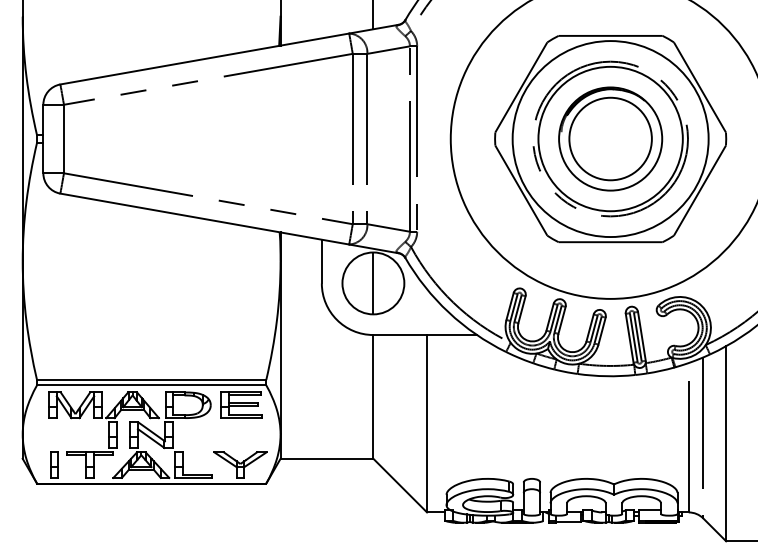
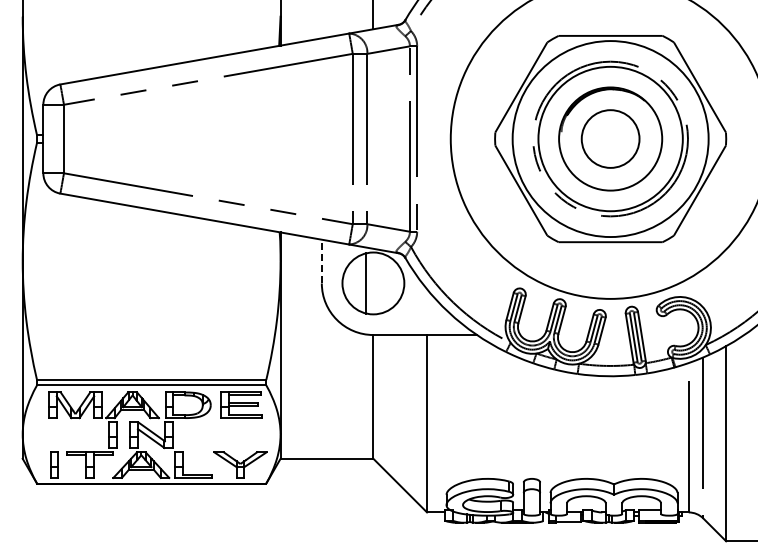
circle at (610, 138) diameter: 83 px -> 58 px
line at (321, 261): solid -> dashed
line at (373, 283) position: (373, 283) -> (366, 283)
